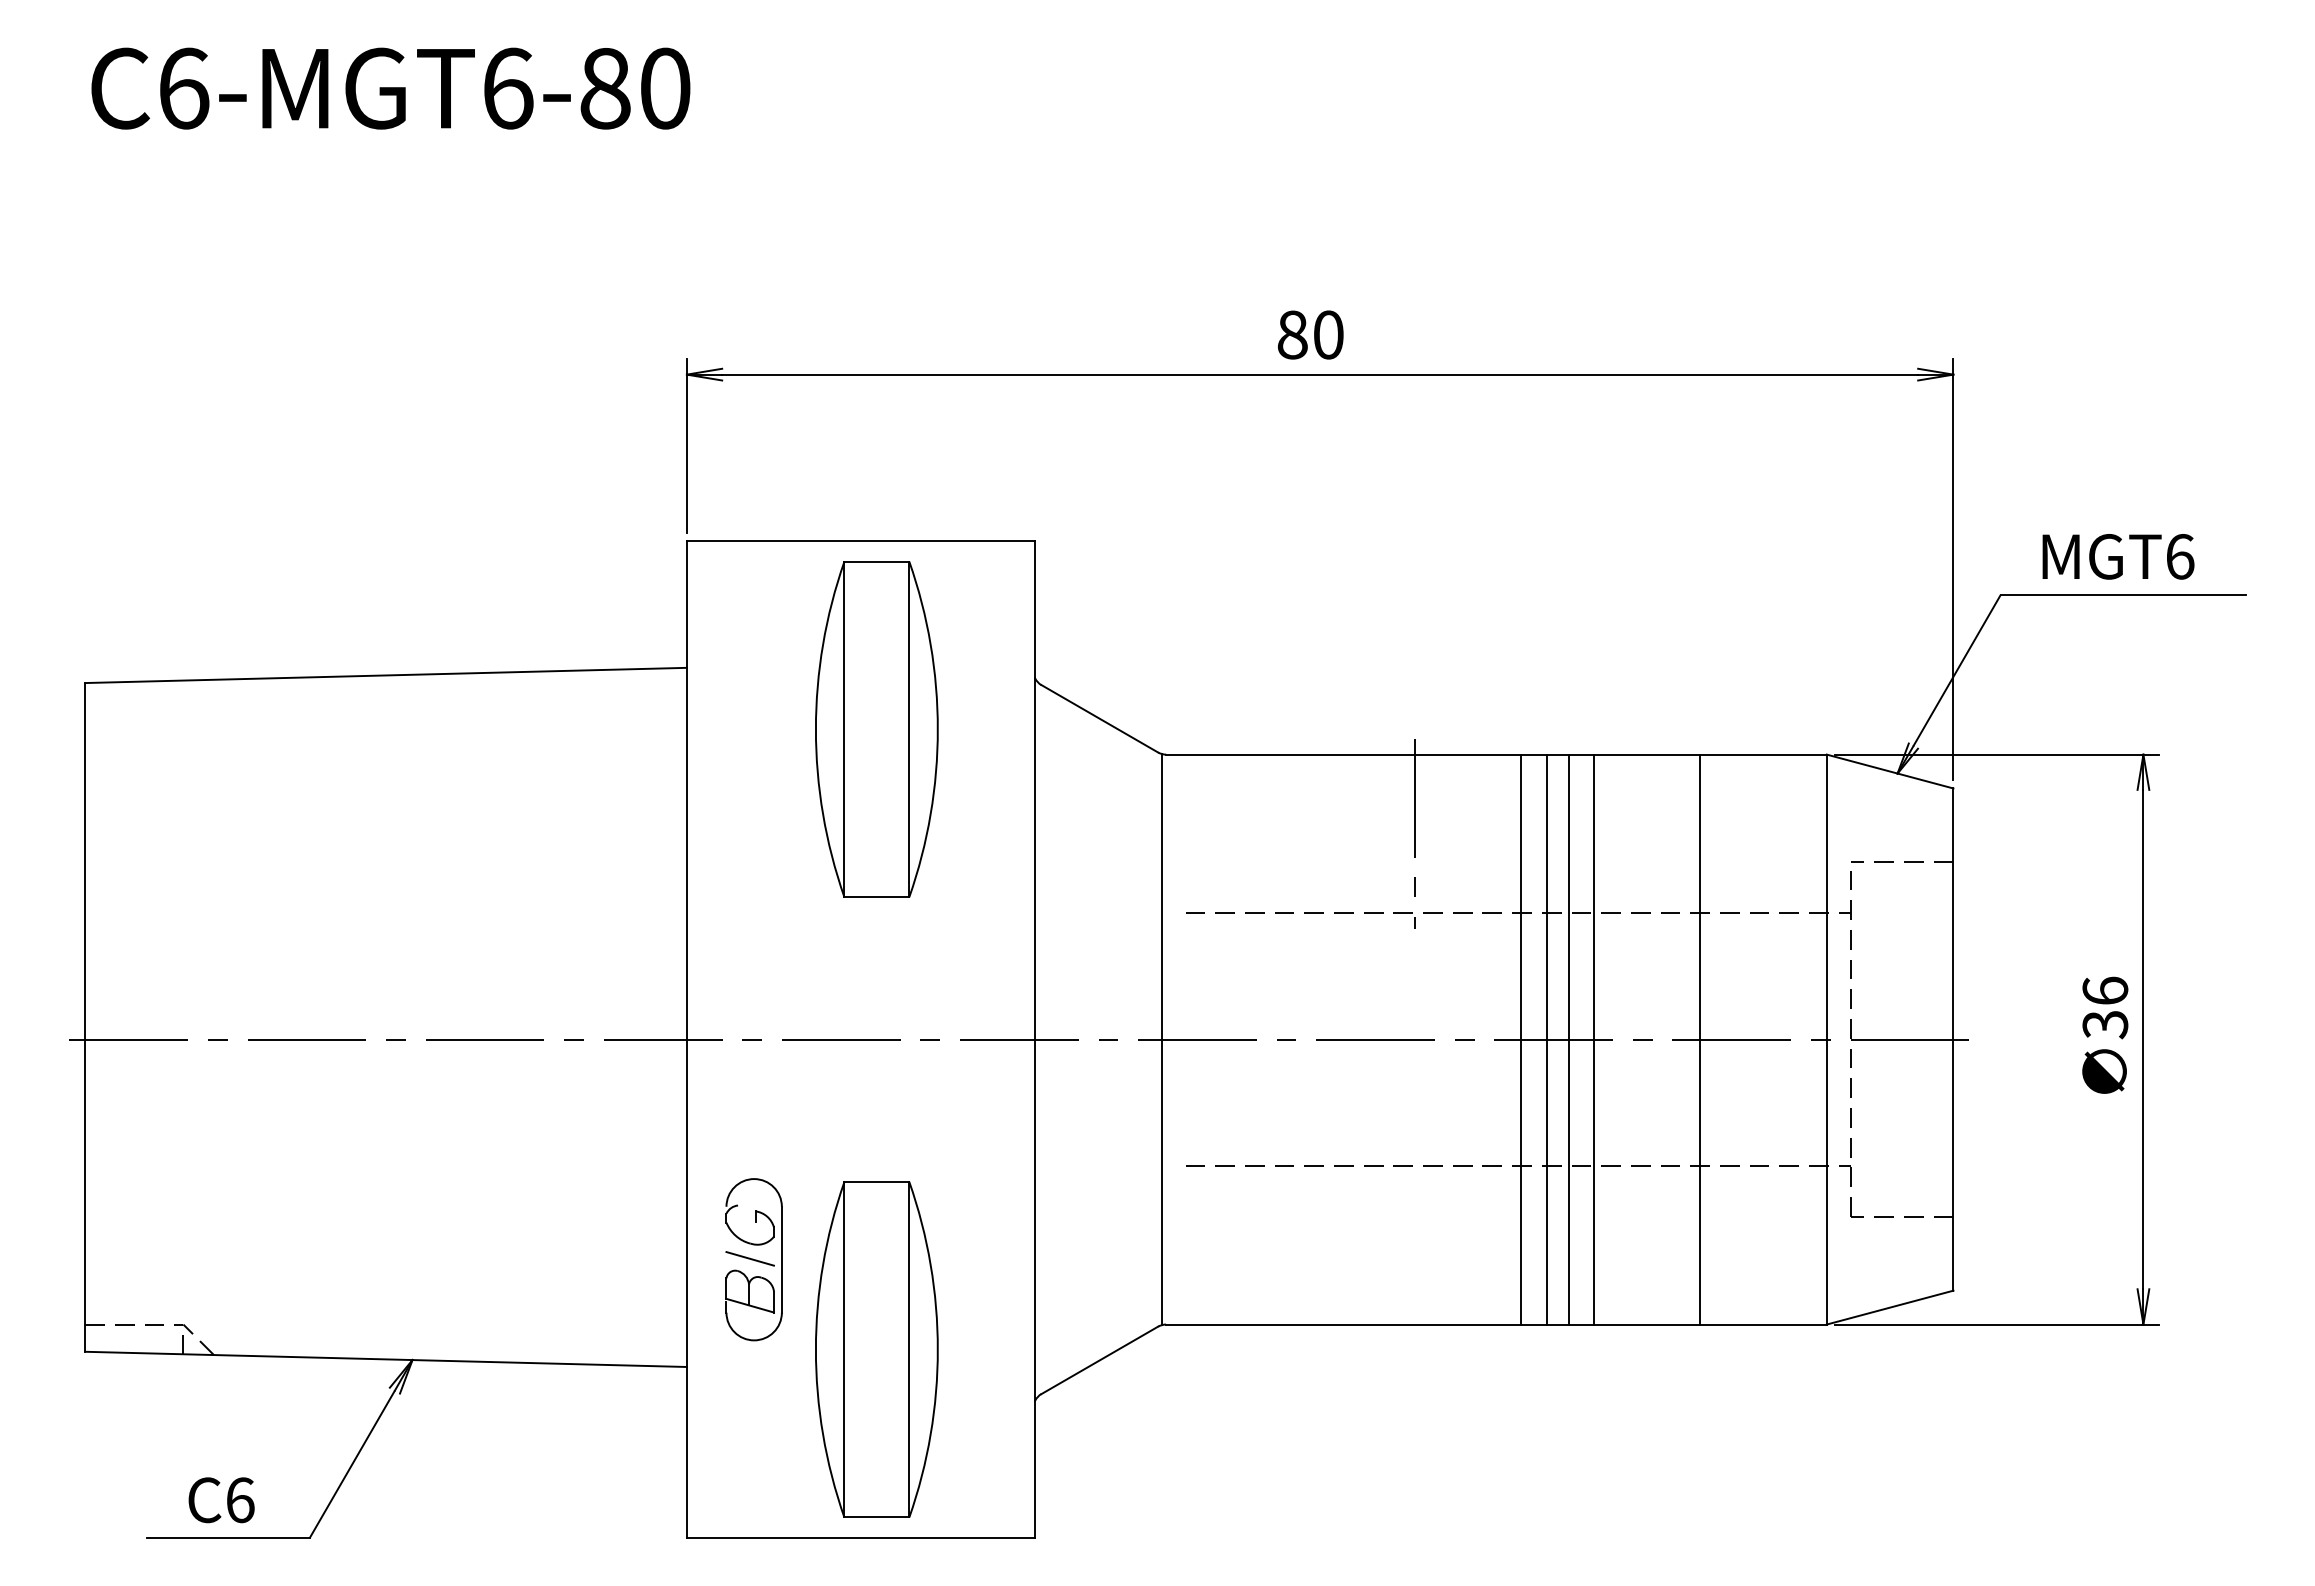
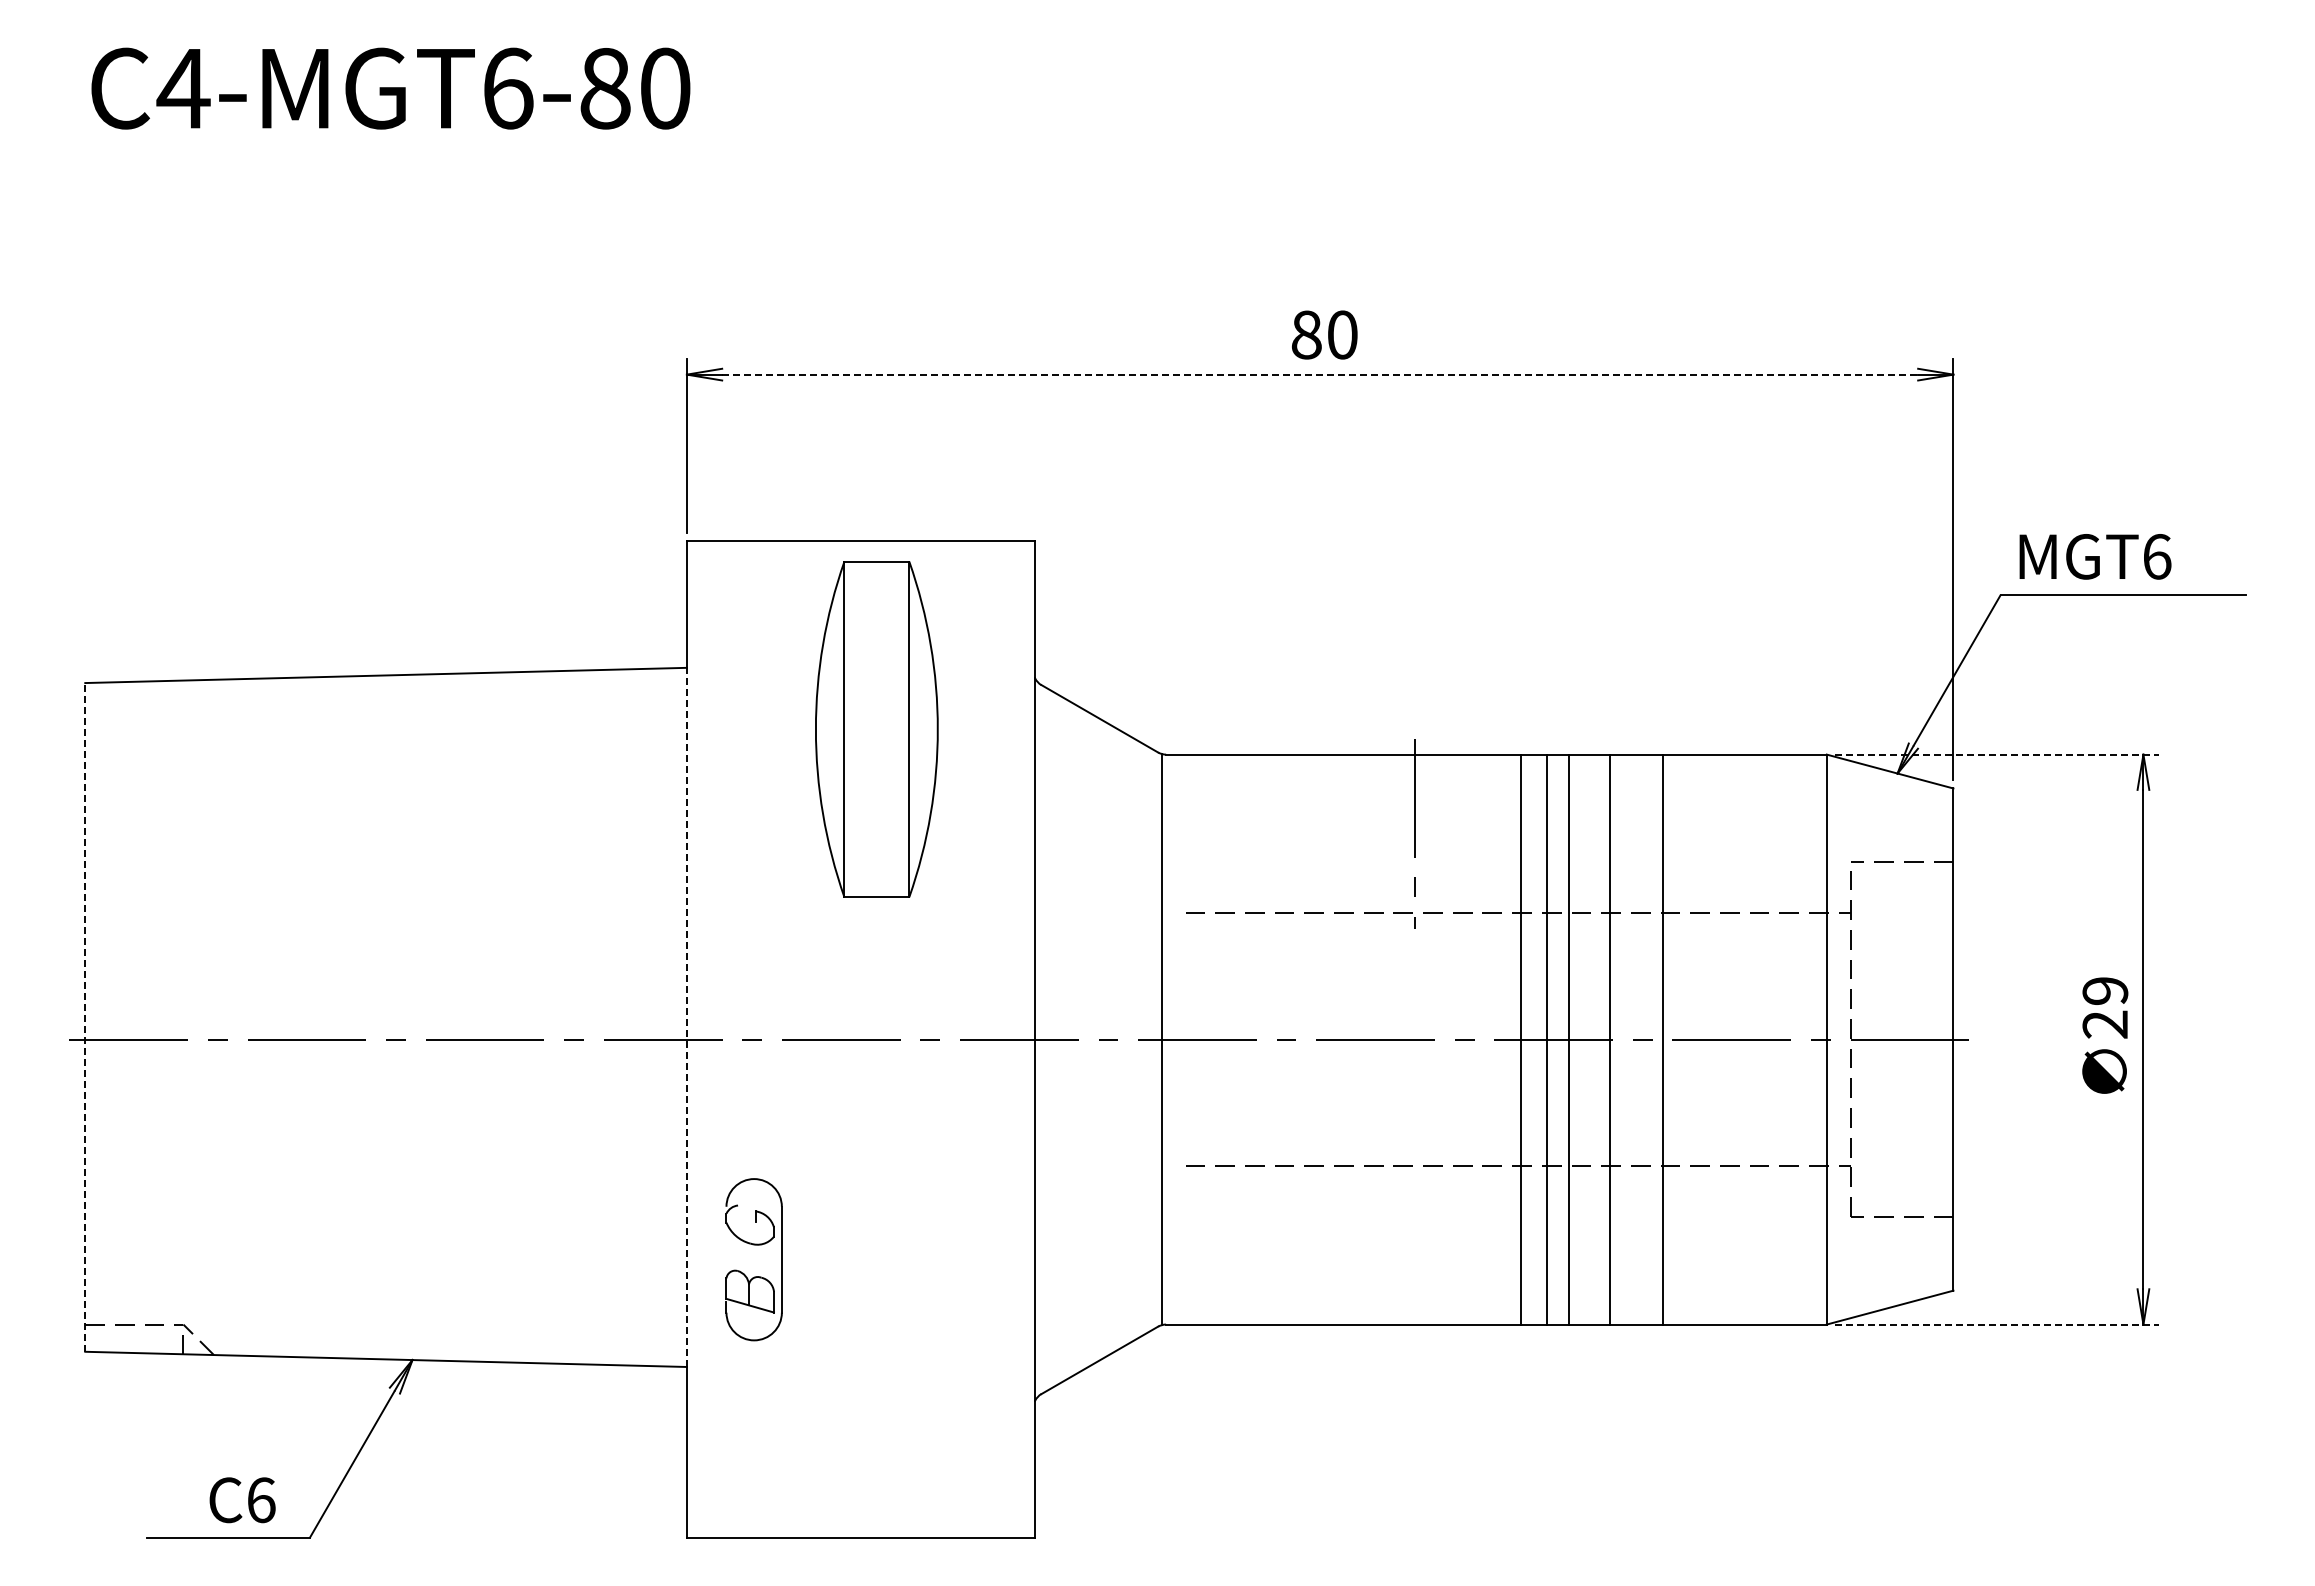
text at (183, 88): C6-MGT6-80 -> C4-MGT6-80
text at (1310, 334) position: (1310, 334) -> (1324, 334)
line at (1320, 374): solid -> dashed
text at (2118, 556) position: (2118, 556) -> (2095, 556)
line at (1997, 754): solid -> dashed
text at (2105, 1007): 36 -> 29
line at (85, 1016): solid -> dashed
line at (686, 1017): solid -> dashed
line at (1594, 1039) position: (1594, 1039) -> (1610, 1039)
line at (1700, 1039) position: (1700, 1039) -> (1663, 1039)
line at (749, 1258): present -> none
line at (1997, 1324): solid -> dashed
part at (876, 1349): present -> none
text at (221, 1500) position: (221, 1500) -> (242, 1500)
